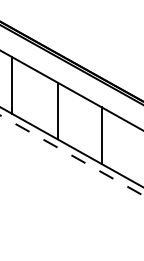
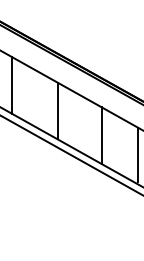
line at (137, 154): none -> present
line at (71, 155): dashed -> solid
